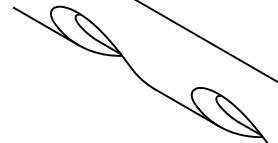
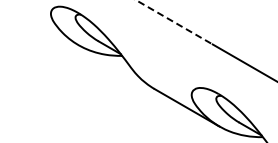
line at (174, 22): solid -> dashed
line at (45, 26): present -> none
